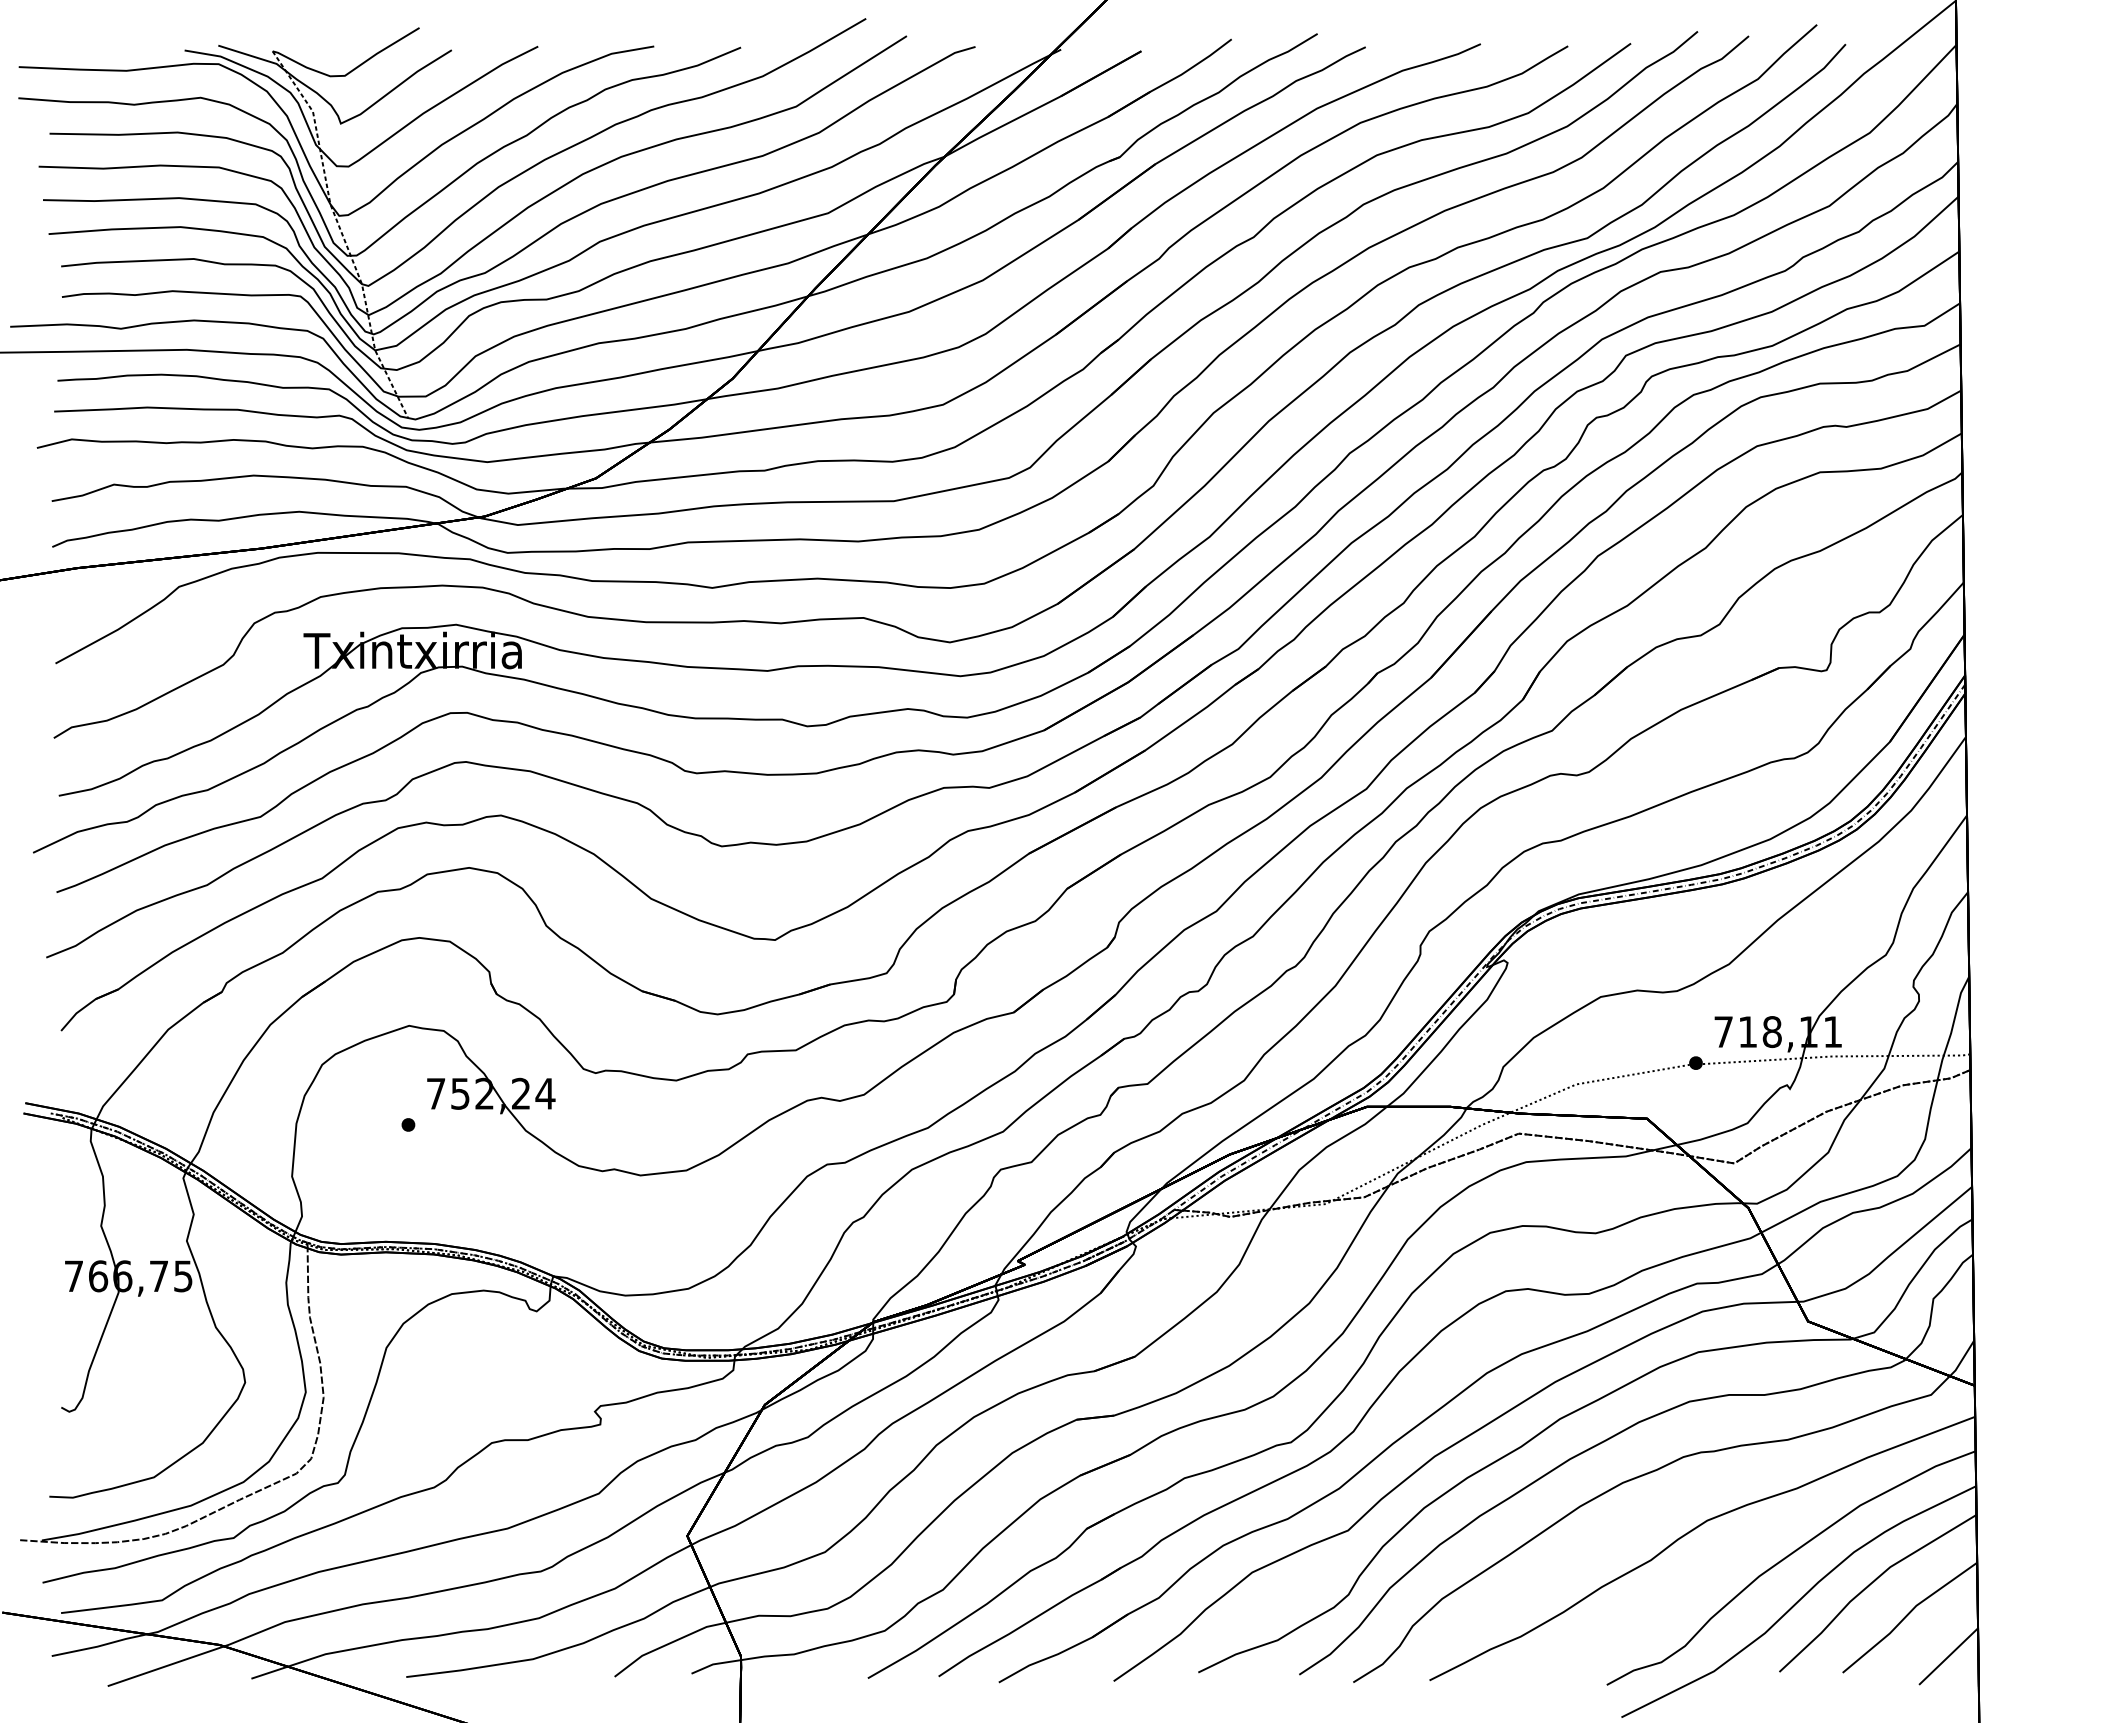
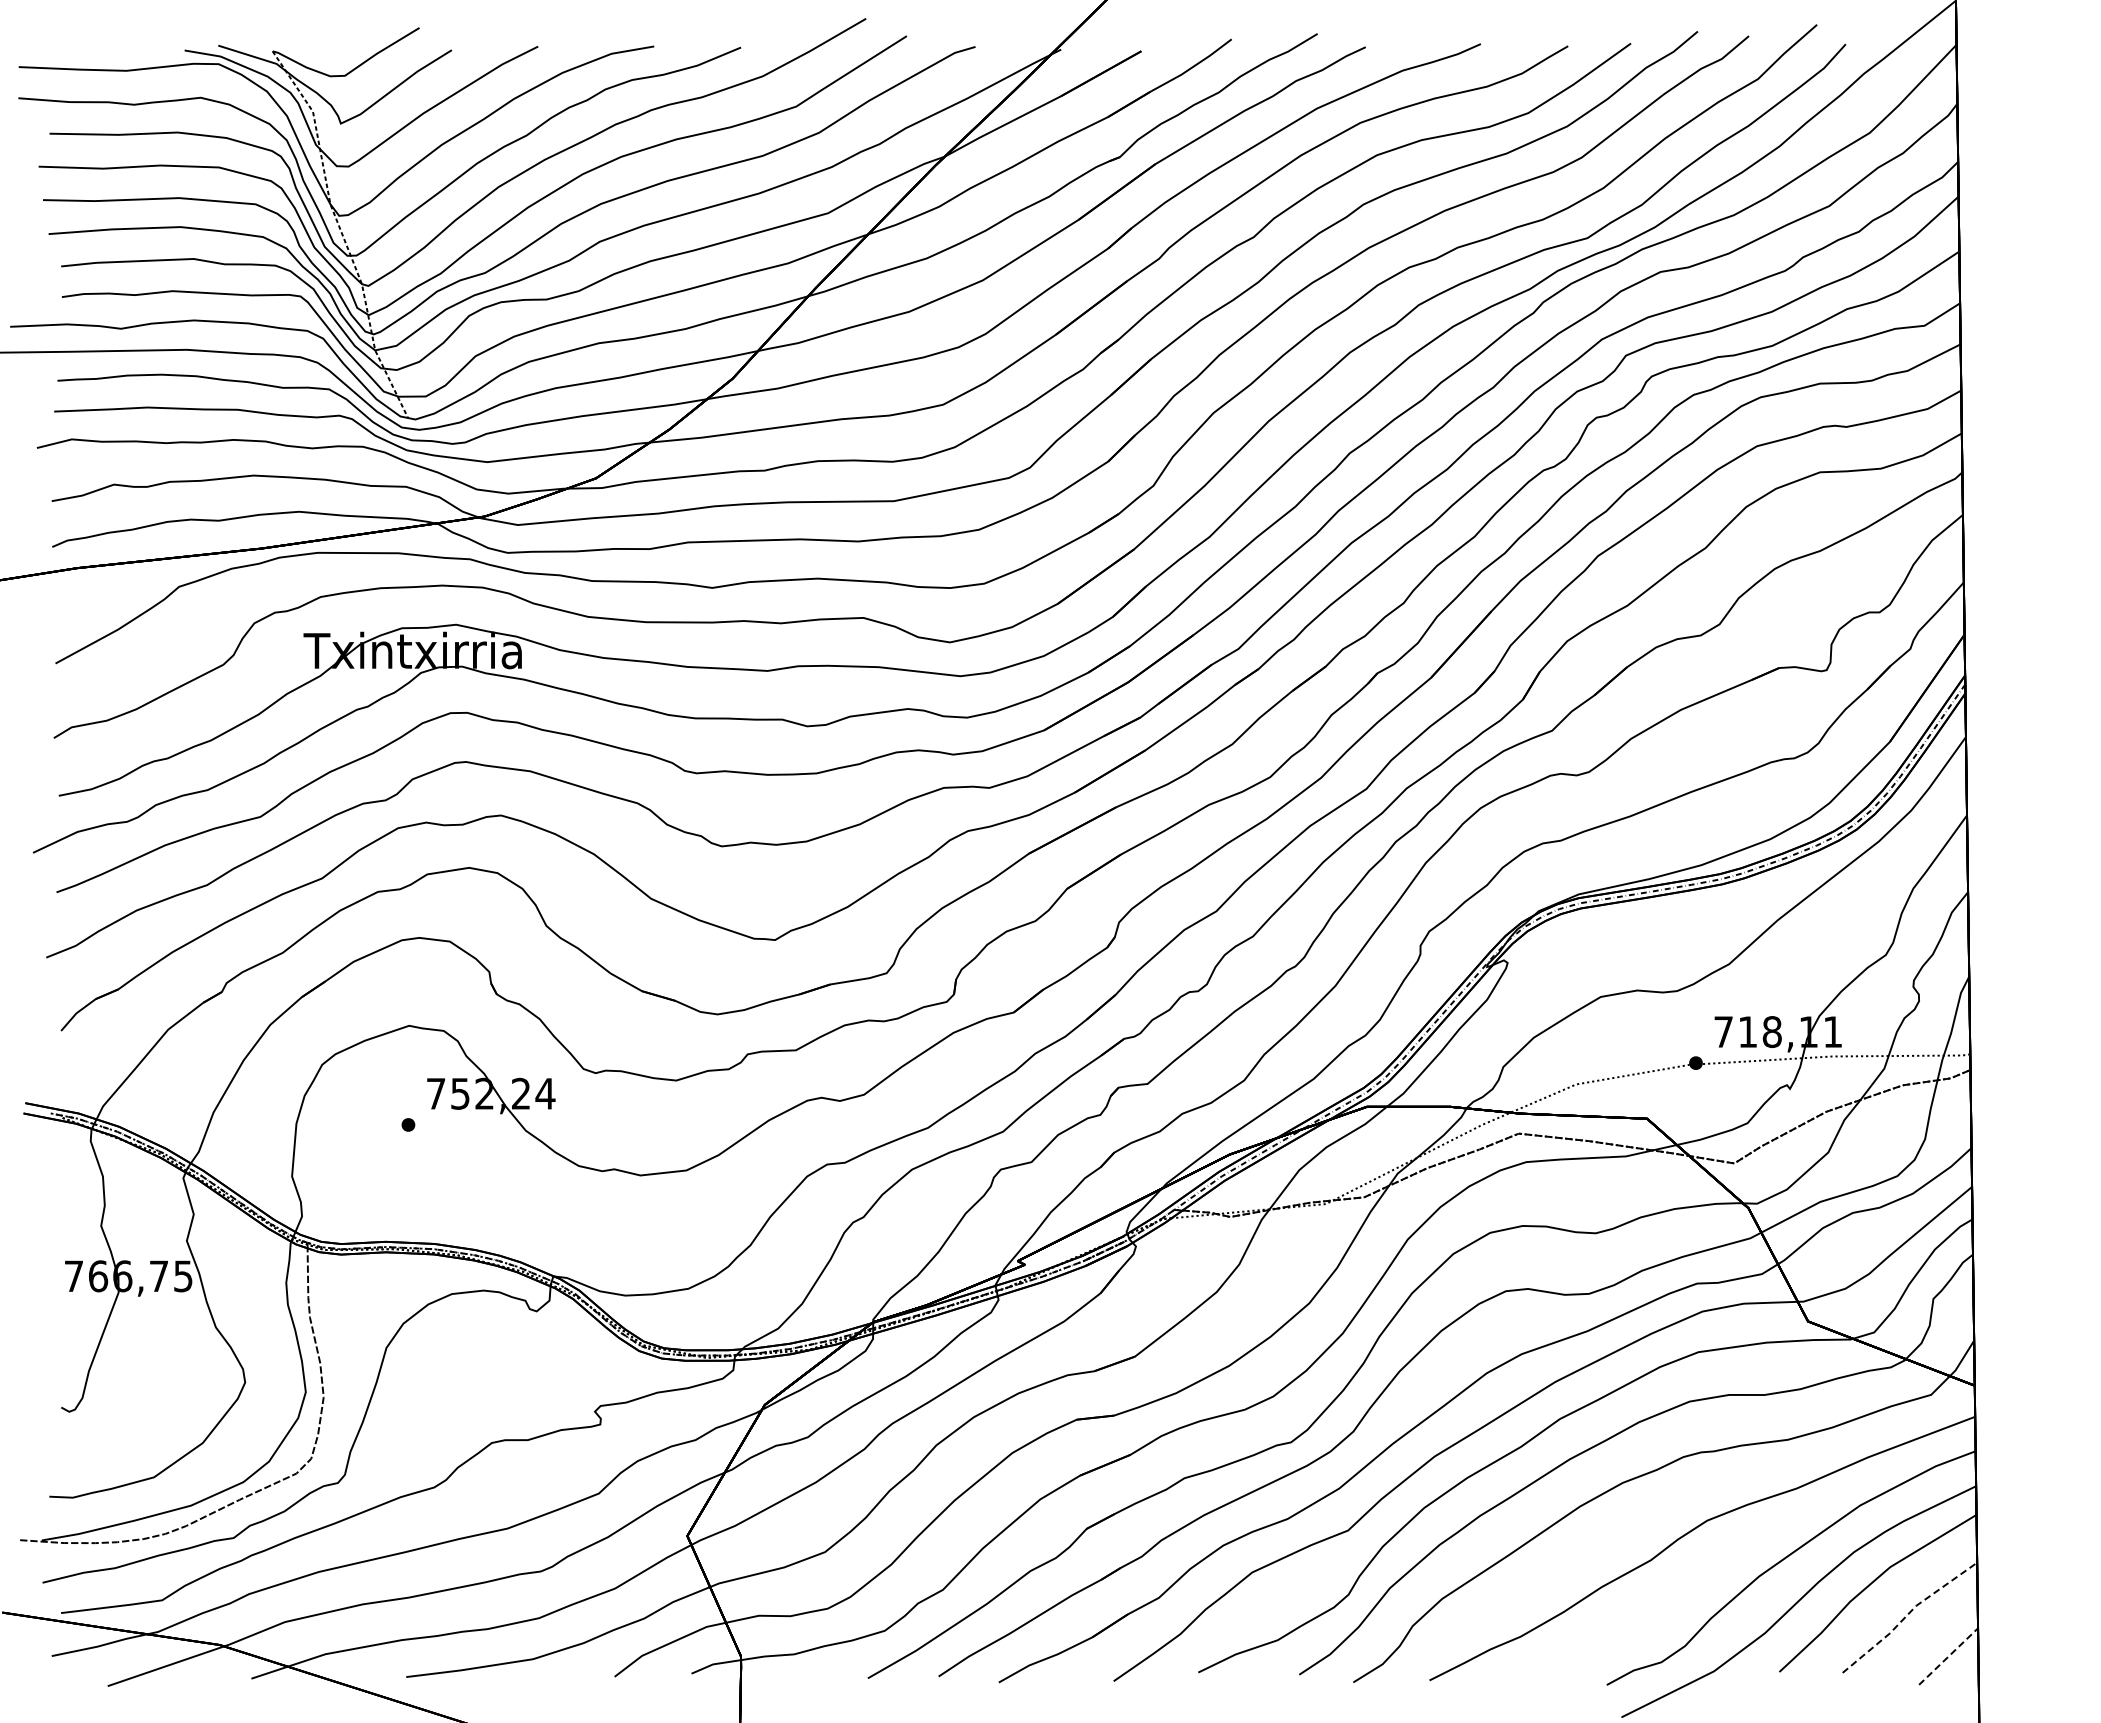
line at (1907, 1614): solid -> dashed
line at (1948, 1656): solid -> dashed
